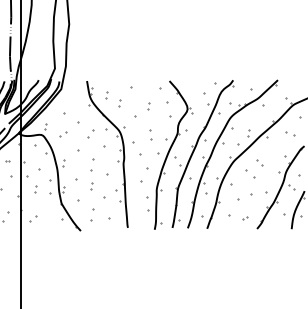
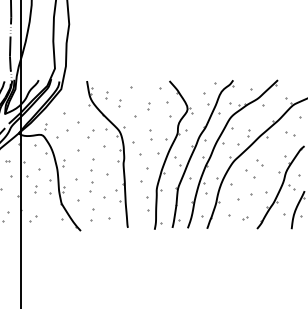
part at (63, 134) size: 9x7 px -> 13x10 px
part at (91, 186) size: 4x9 px -> 5x12 px
